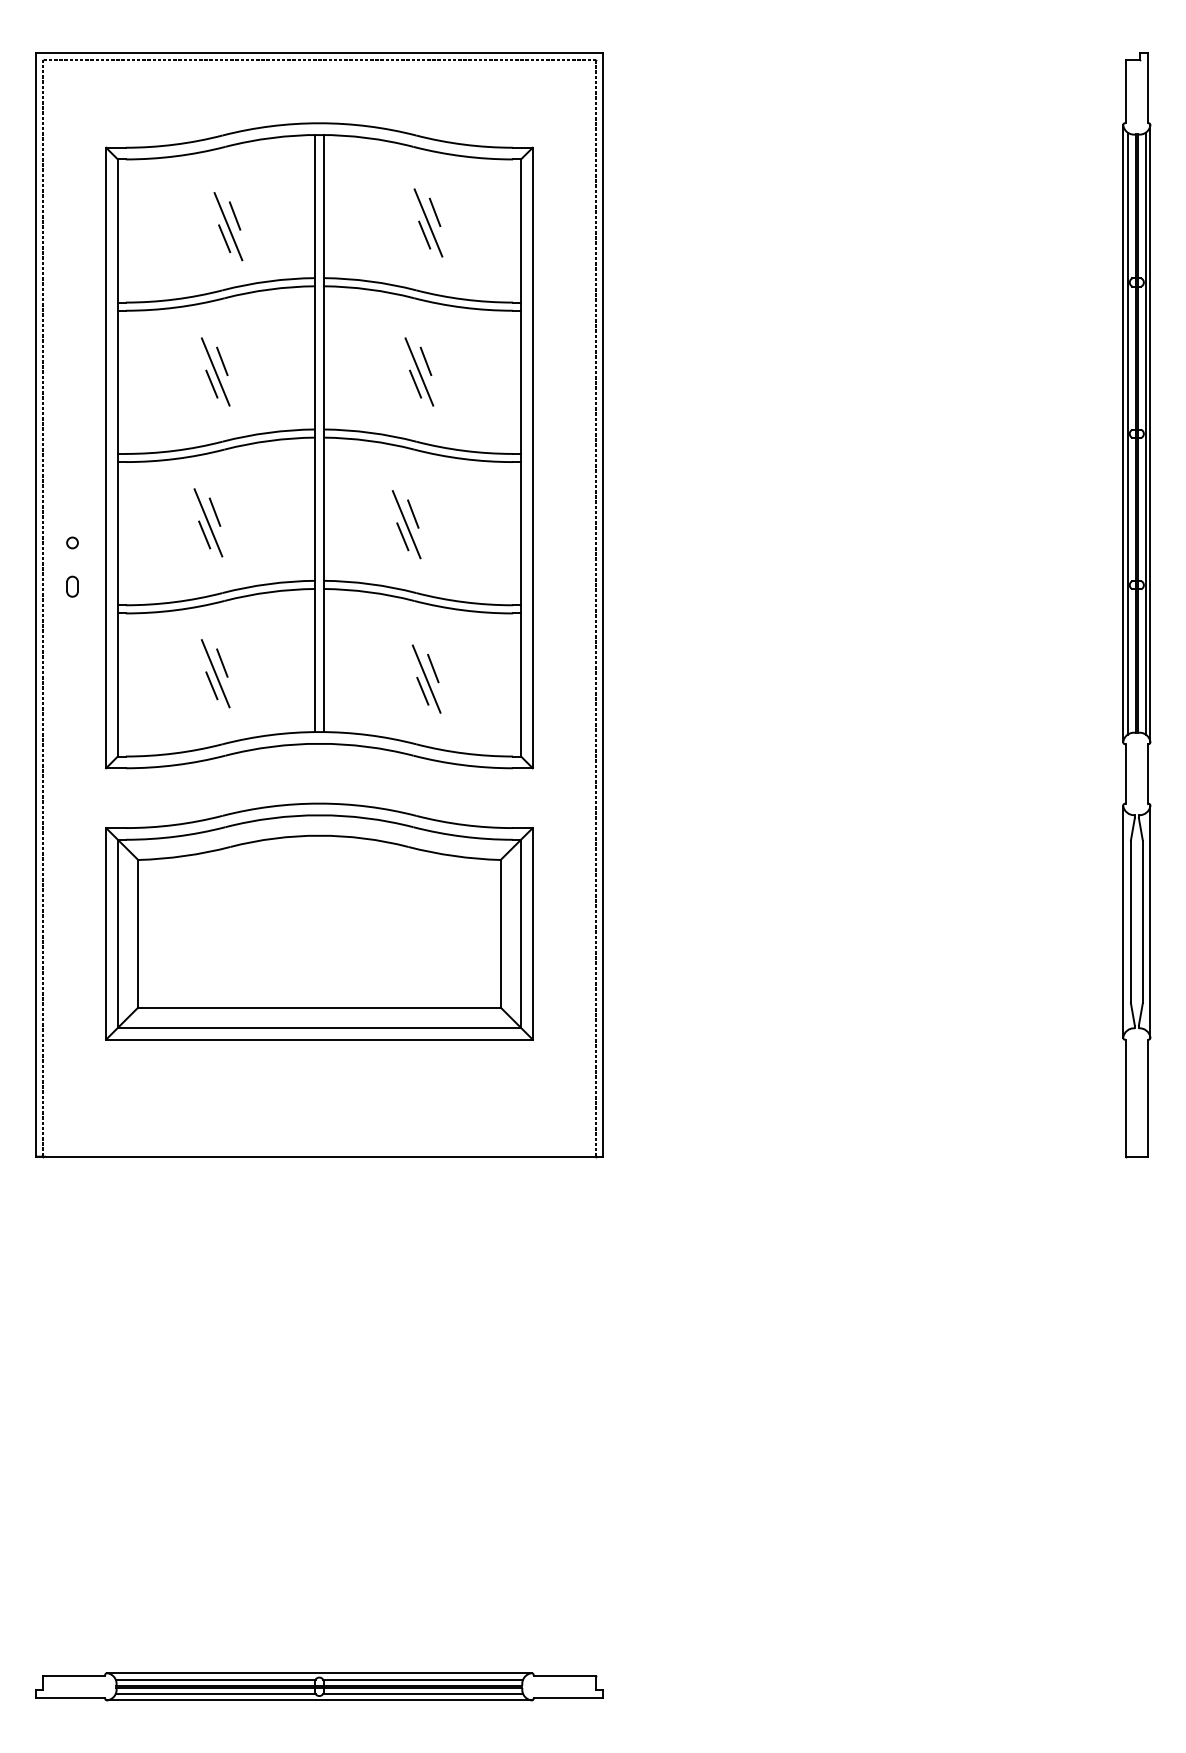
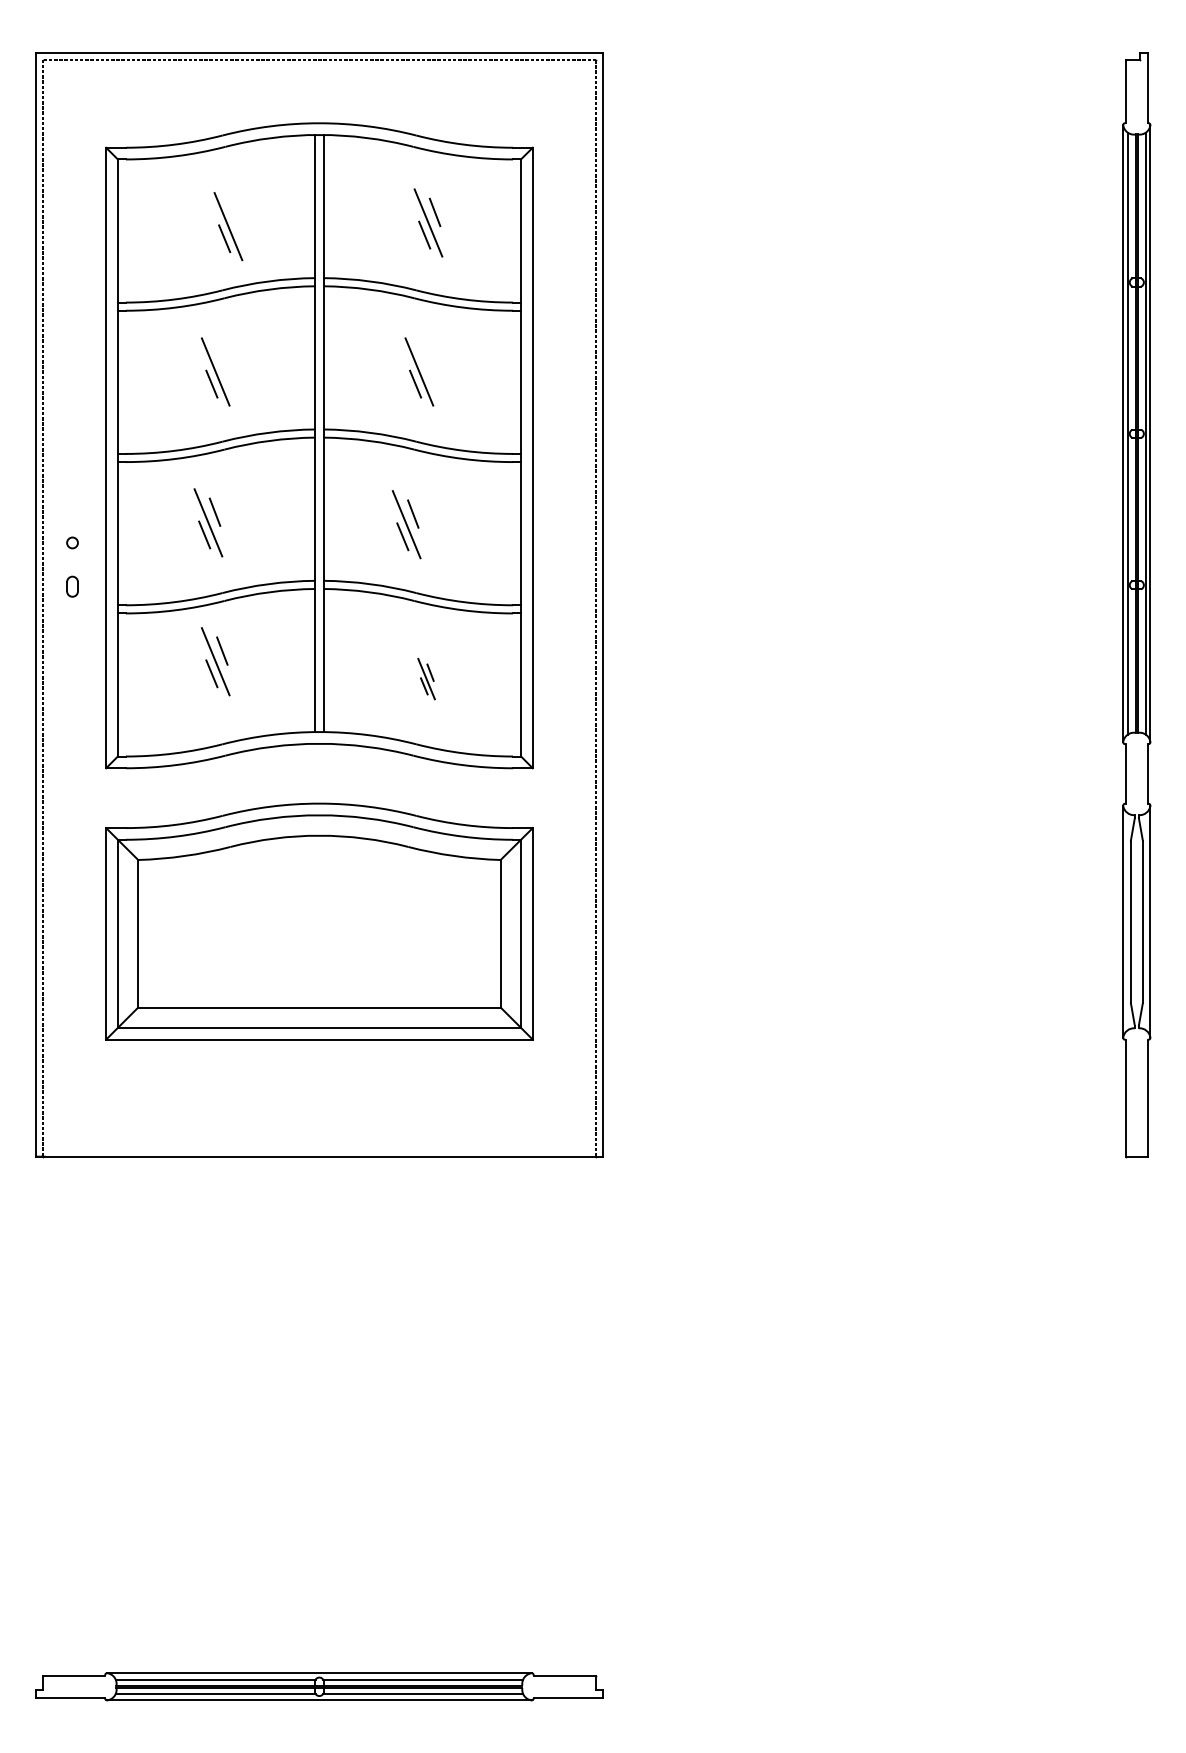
line at (234, 215): present -> none
line at (222, 361): present -> none
line at (425, 361): present -> none
part at (215, 673) position: (215, 673) -> (215, 661)
part at (426, 678) size: 31x70 px -> 19x44 px
